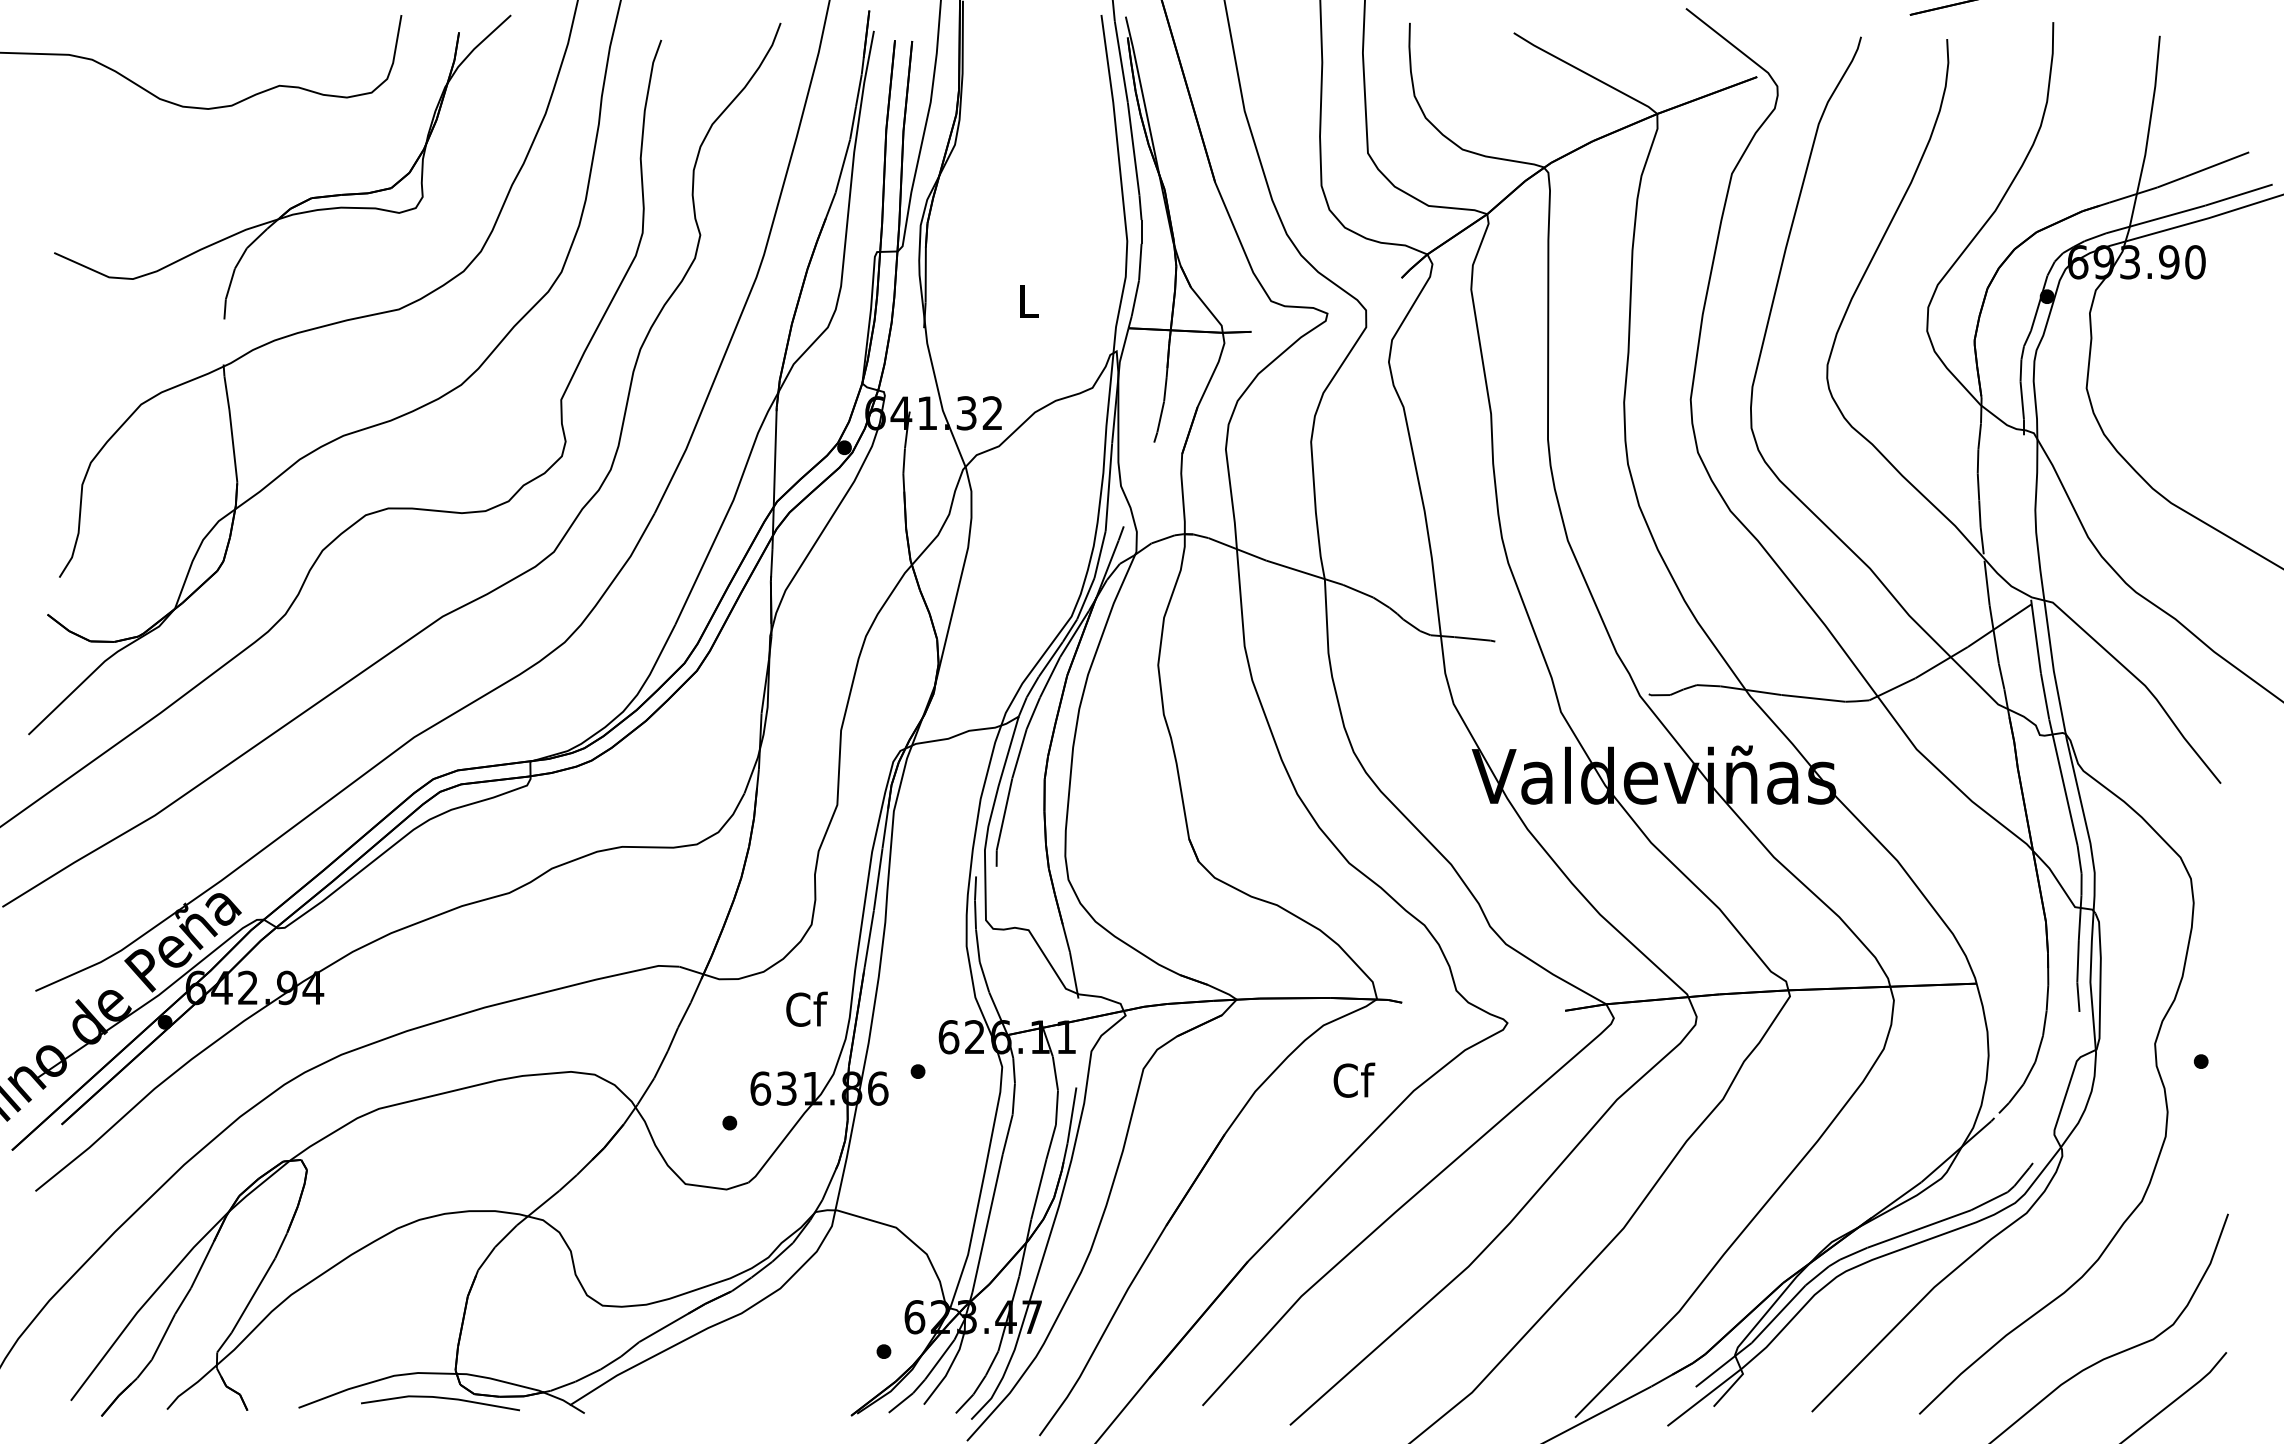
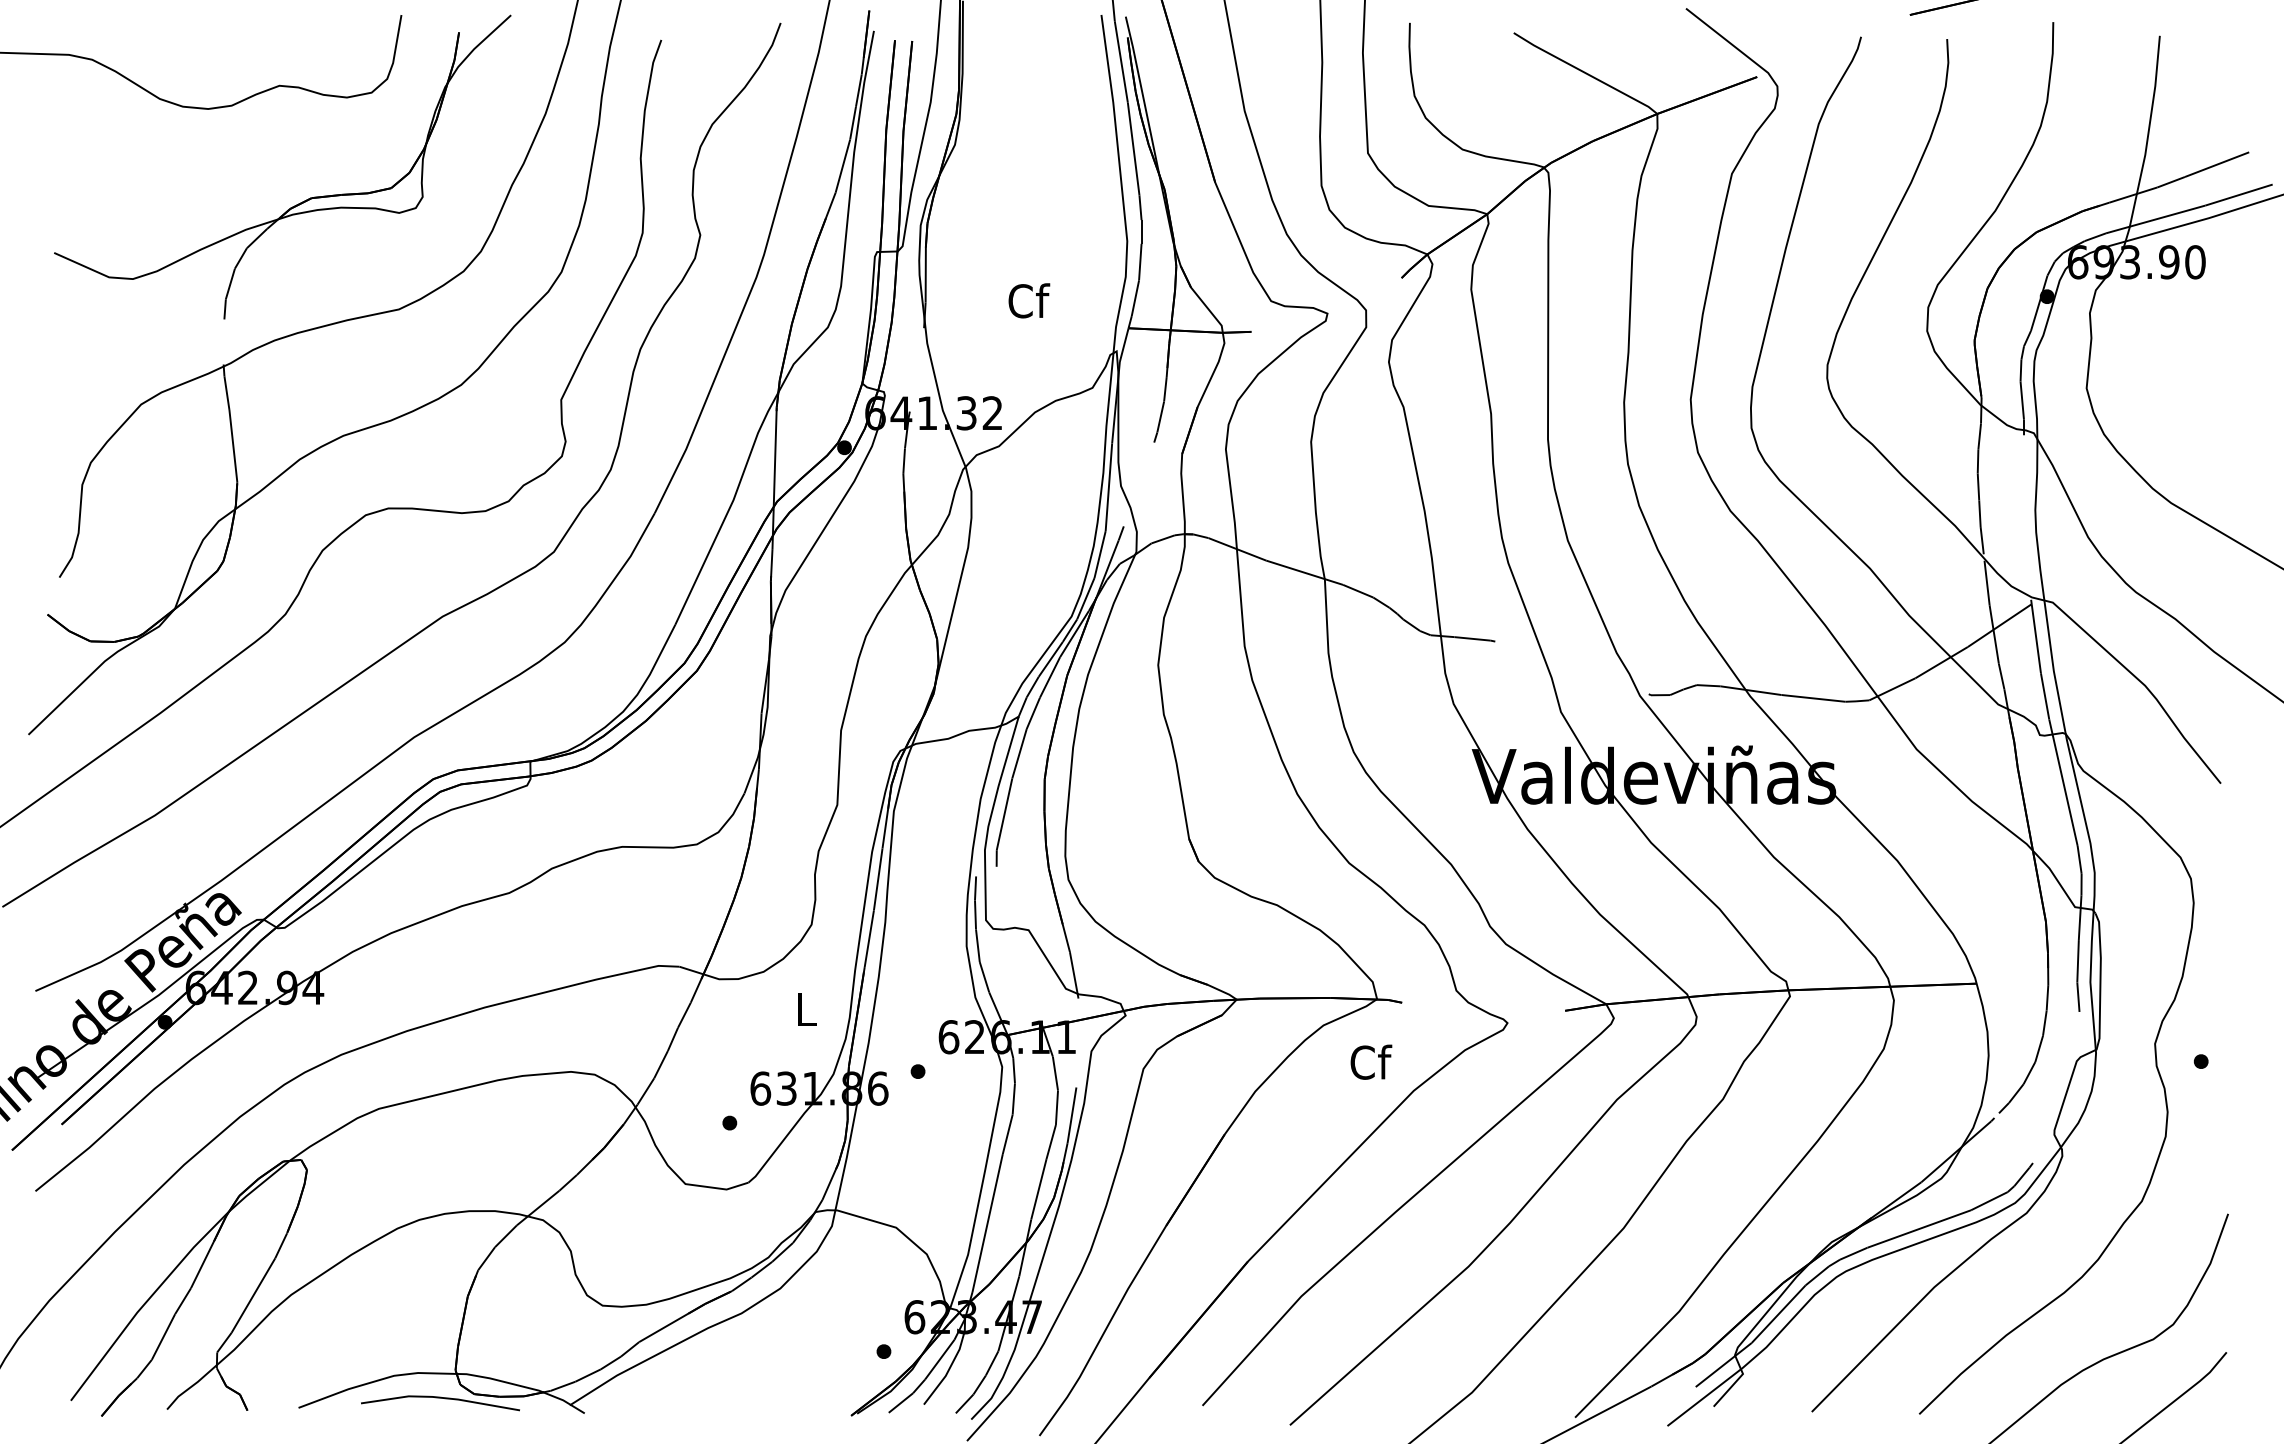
text at (1029, 300): L -> Cf
text at (806, 1008): Cf -> L
text at (1354, 1079) position: (1354, 1079) -> (1371, 1061)
